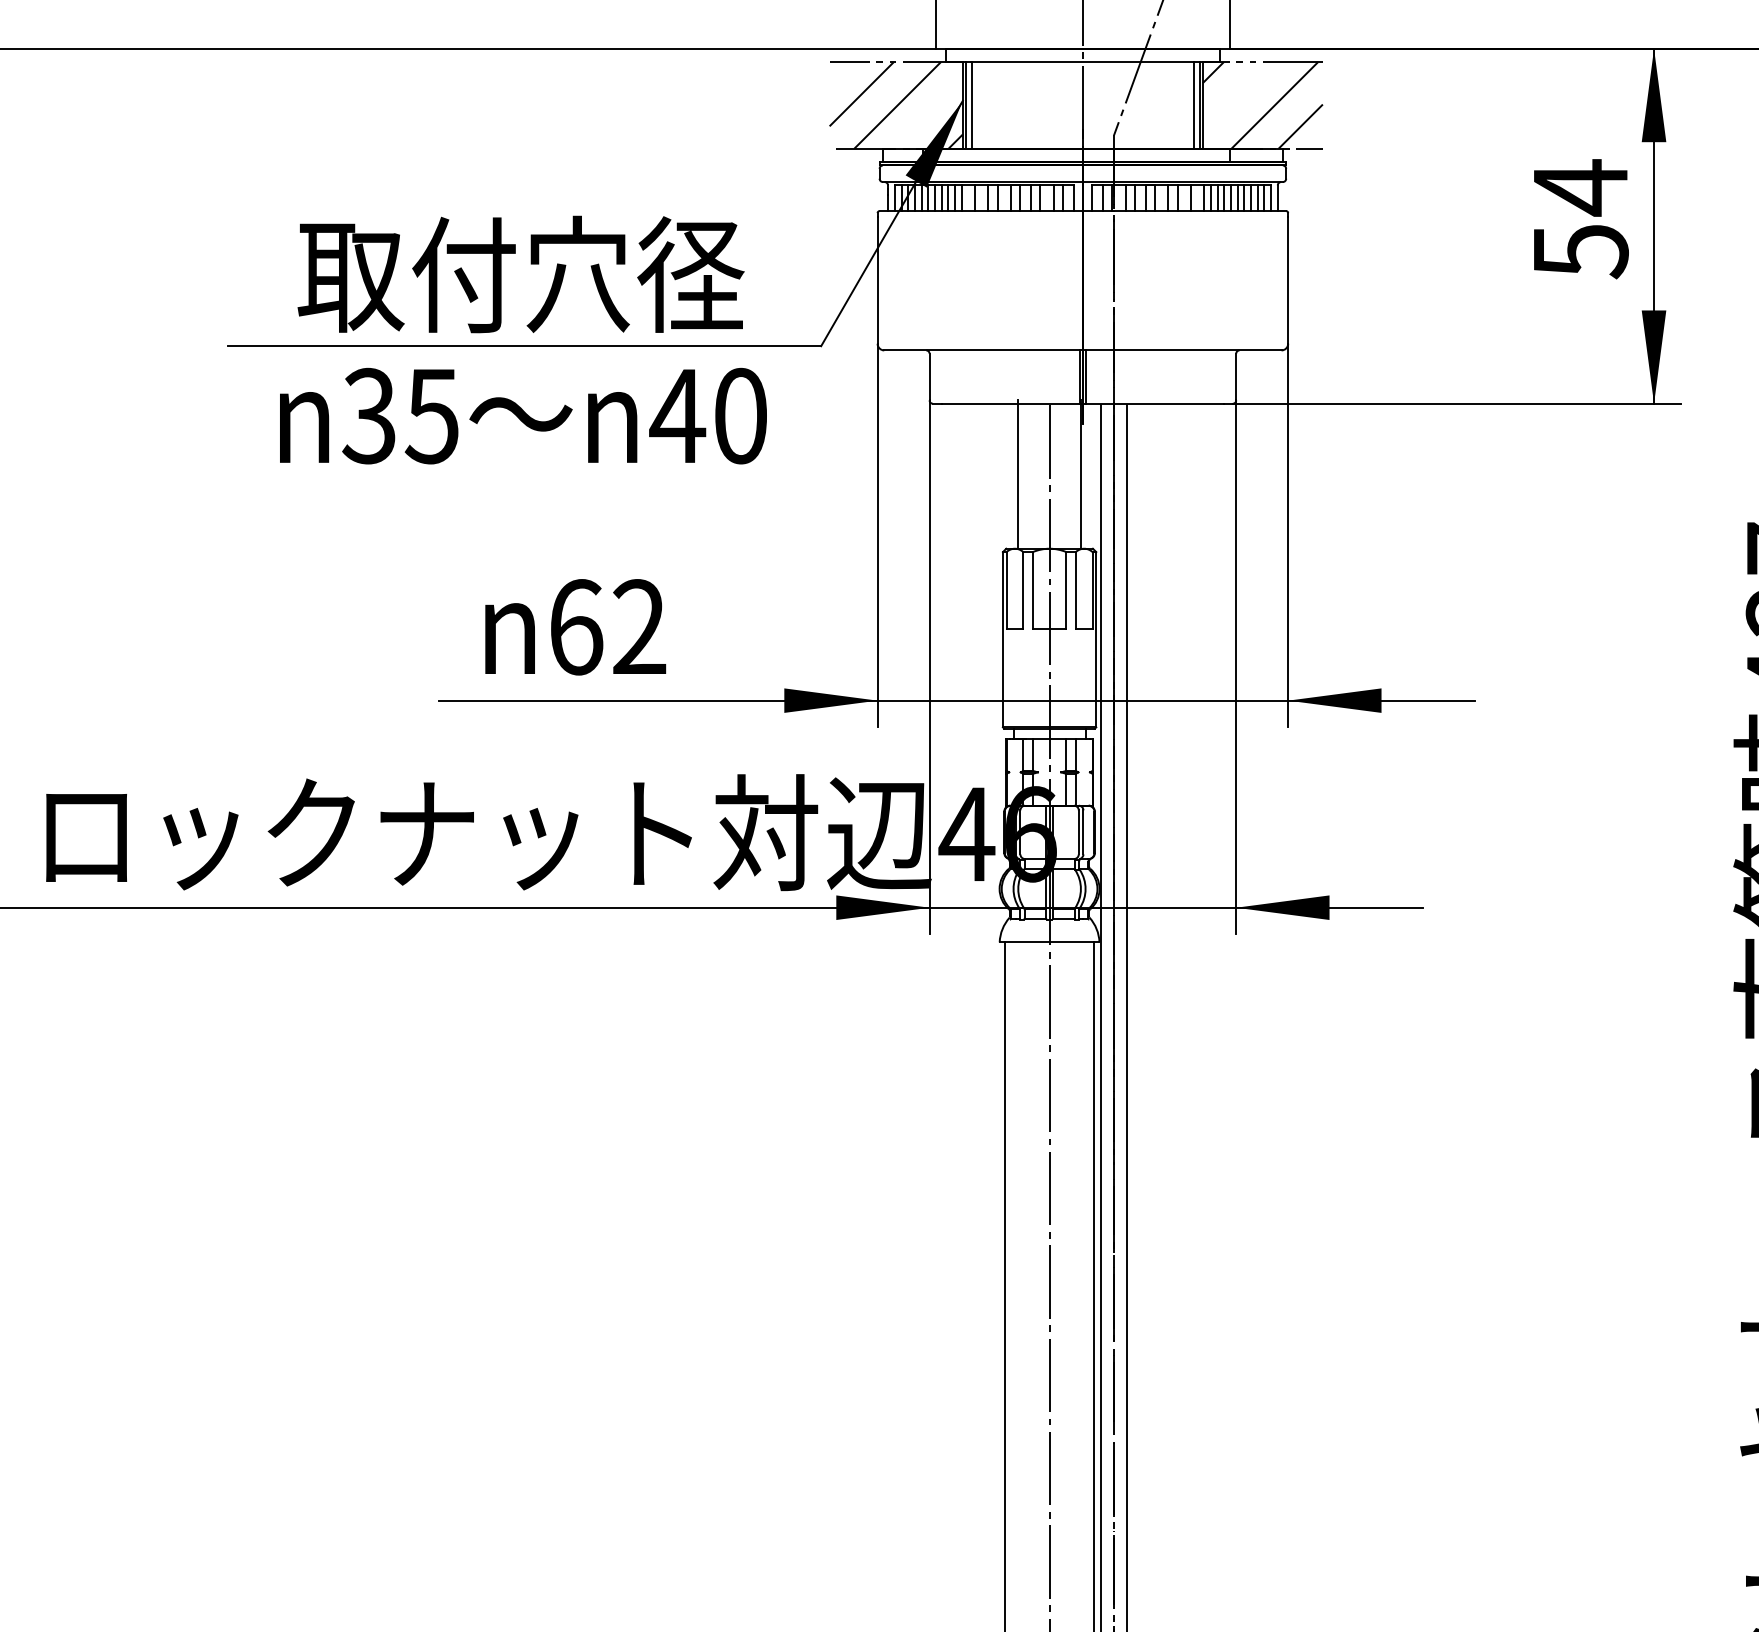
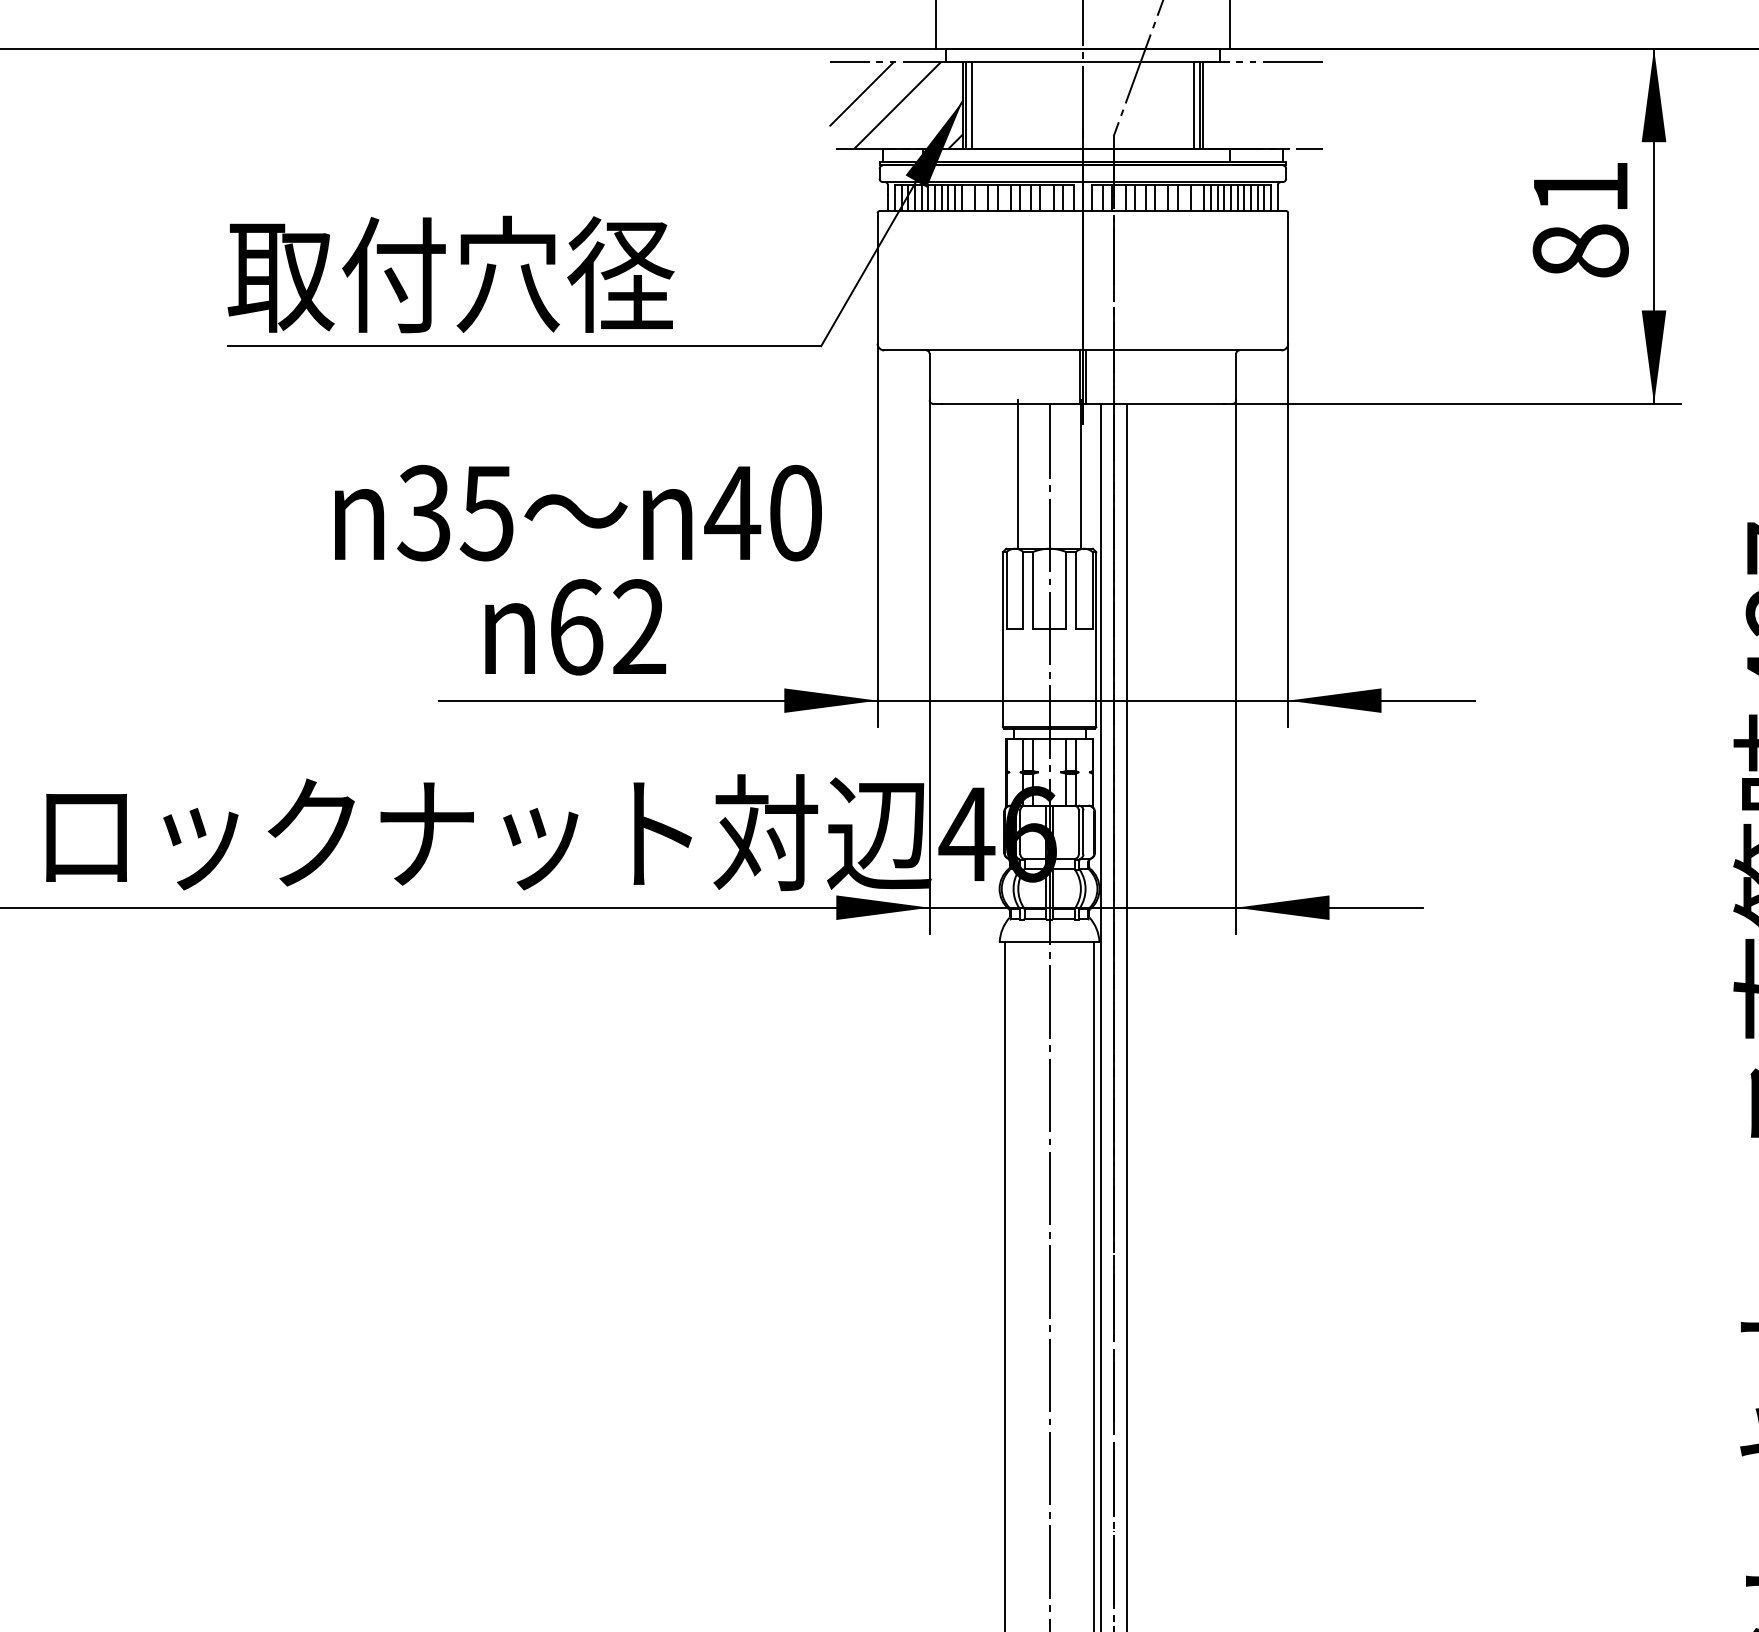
hatch at (1262, 105): present -> none
text at (1580, 219): 54 -> 81
text at (520, 274) position: (520, 274) -> (450, 274)
text at (523, 415) position: (523, 415) -> (578, 512)
